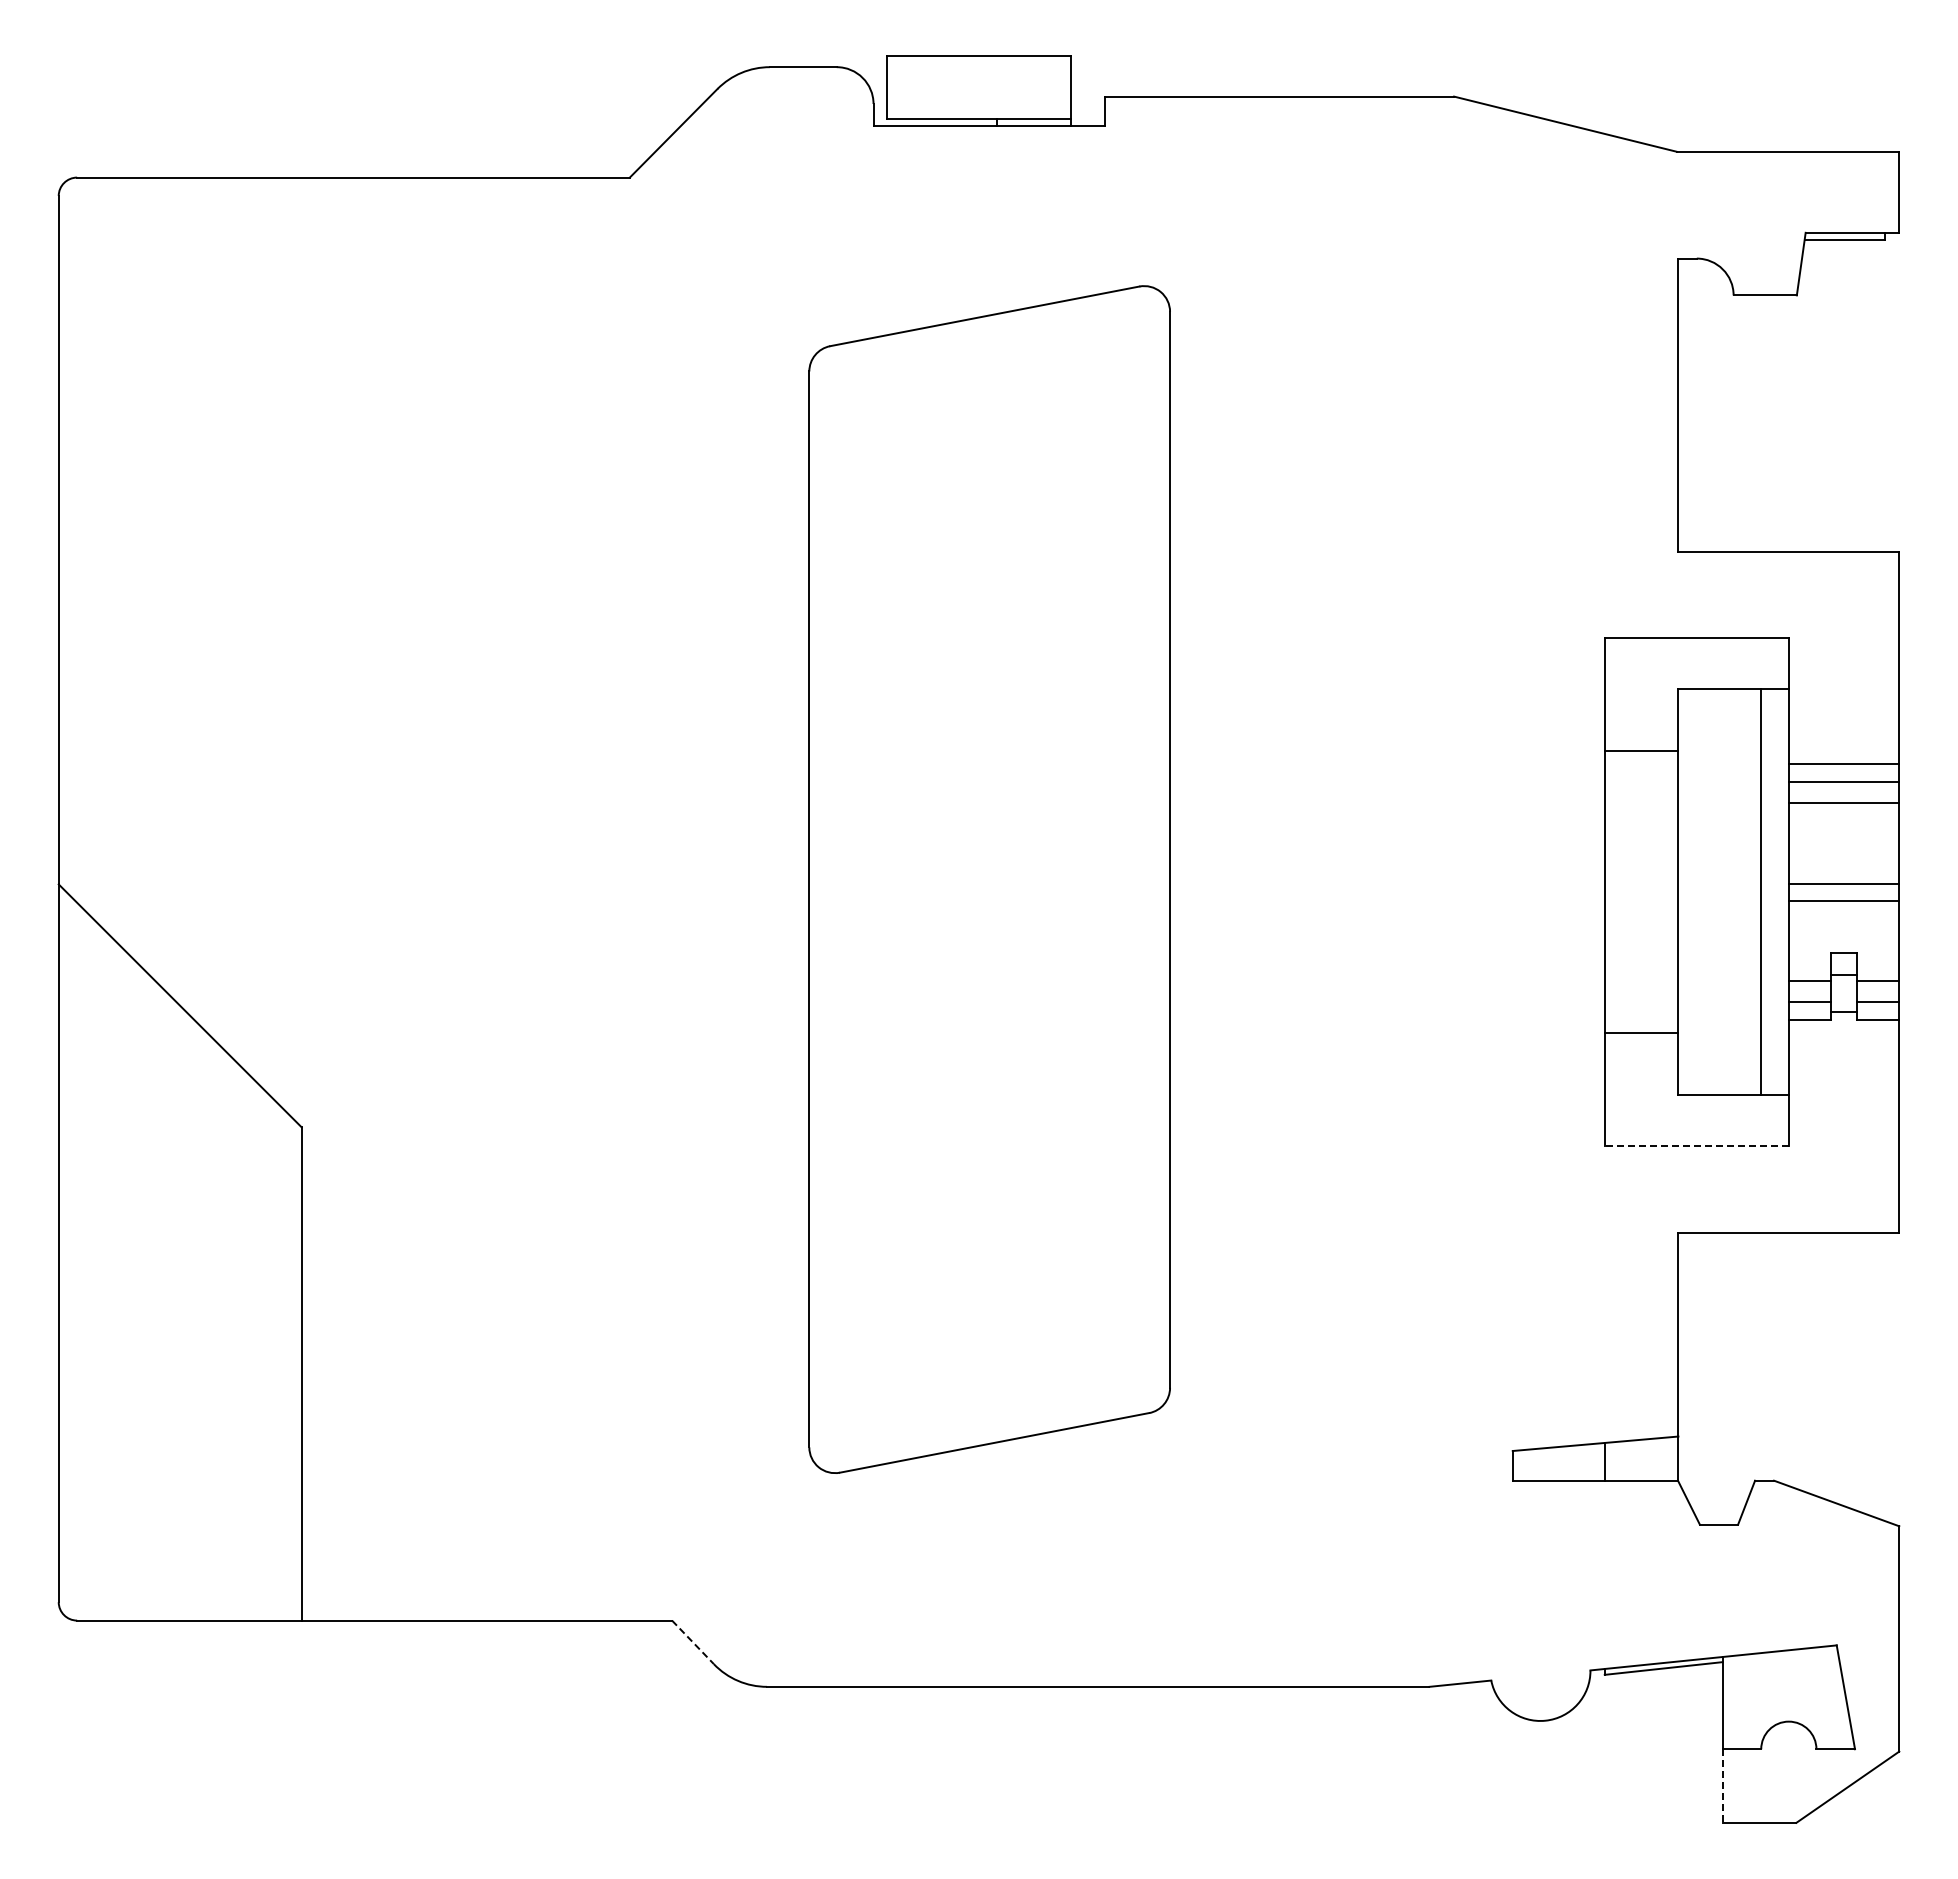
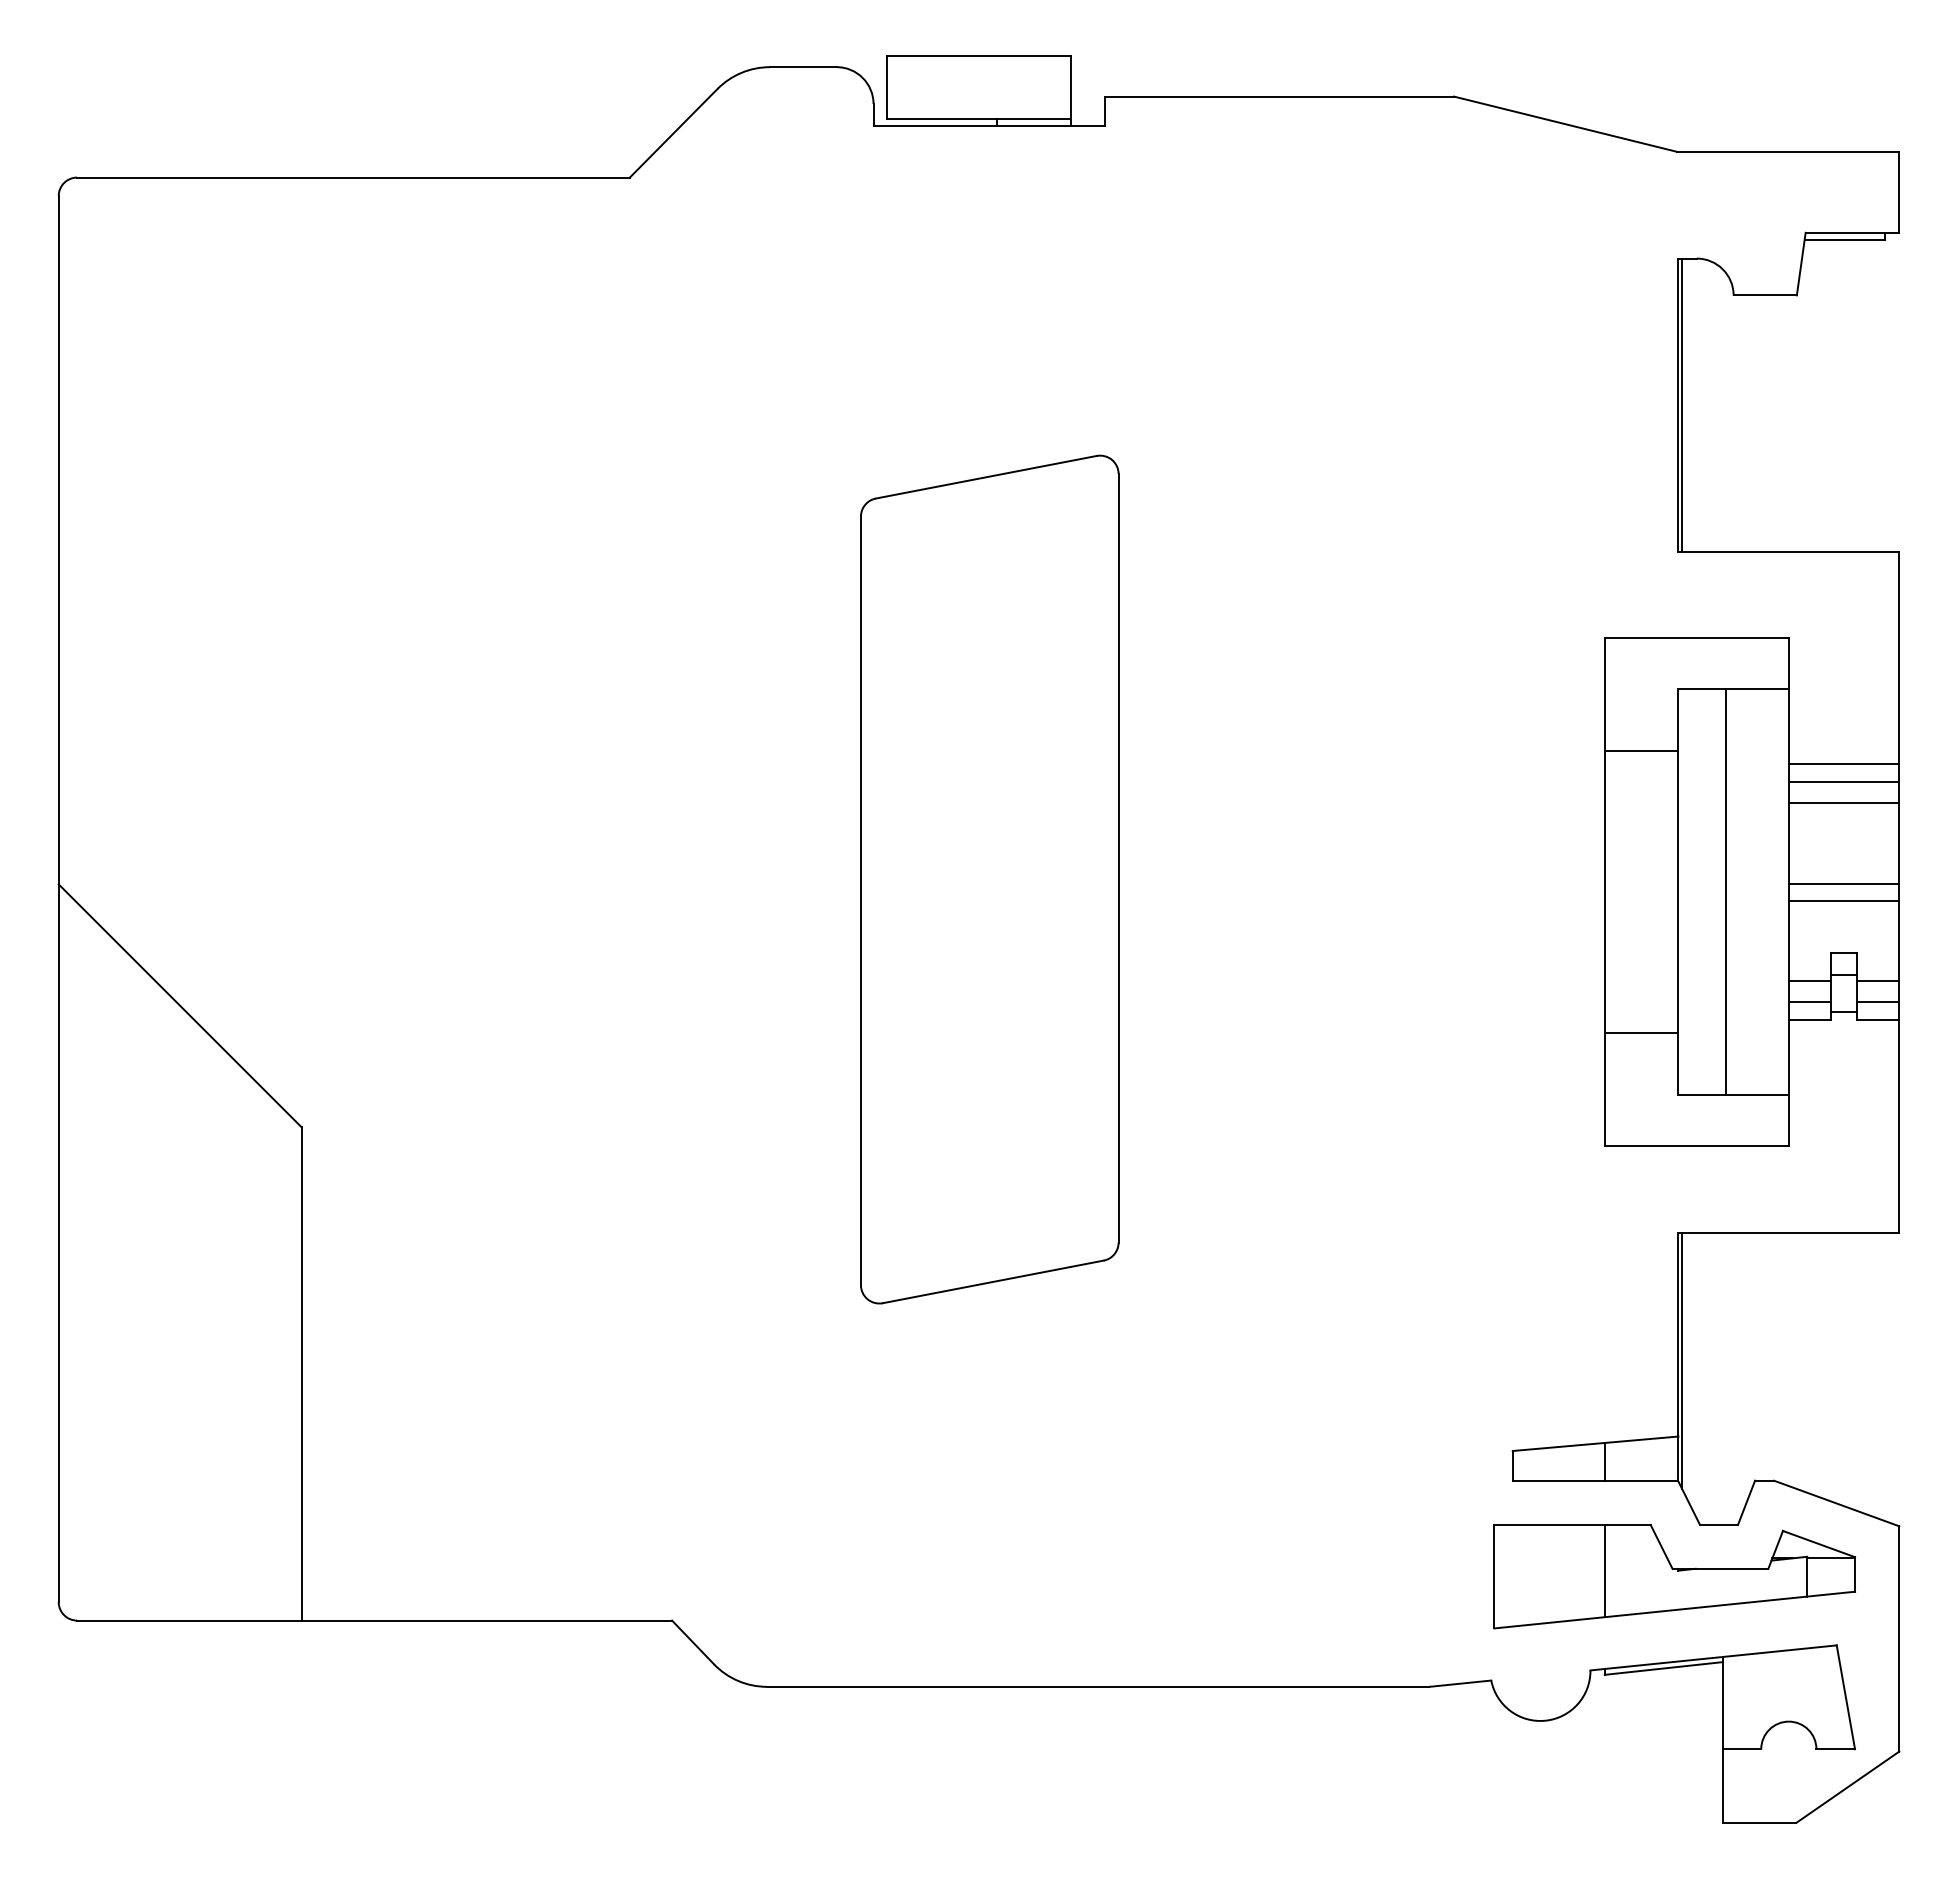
line at (1682, 404): none -> present
part at (989, 879) size: 363x1189 px -> 260x851 px
line at (1761, 891) position: (1761, 891) -> (1726, 891)
line at (1696, 1146): dashed -> solid
line at (1682, 1360): none -> present
part at (1674, 1576): none -> present
line at (693, 1642): dashed -> solid
line at (1722, 1786): dashed -> solid
